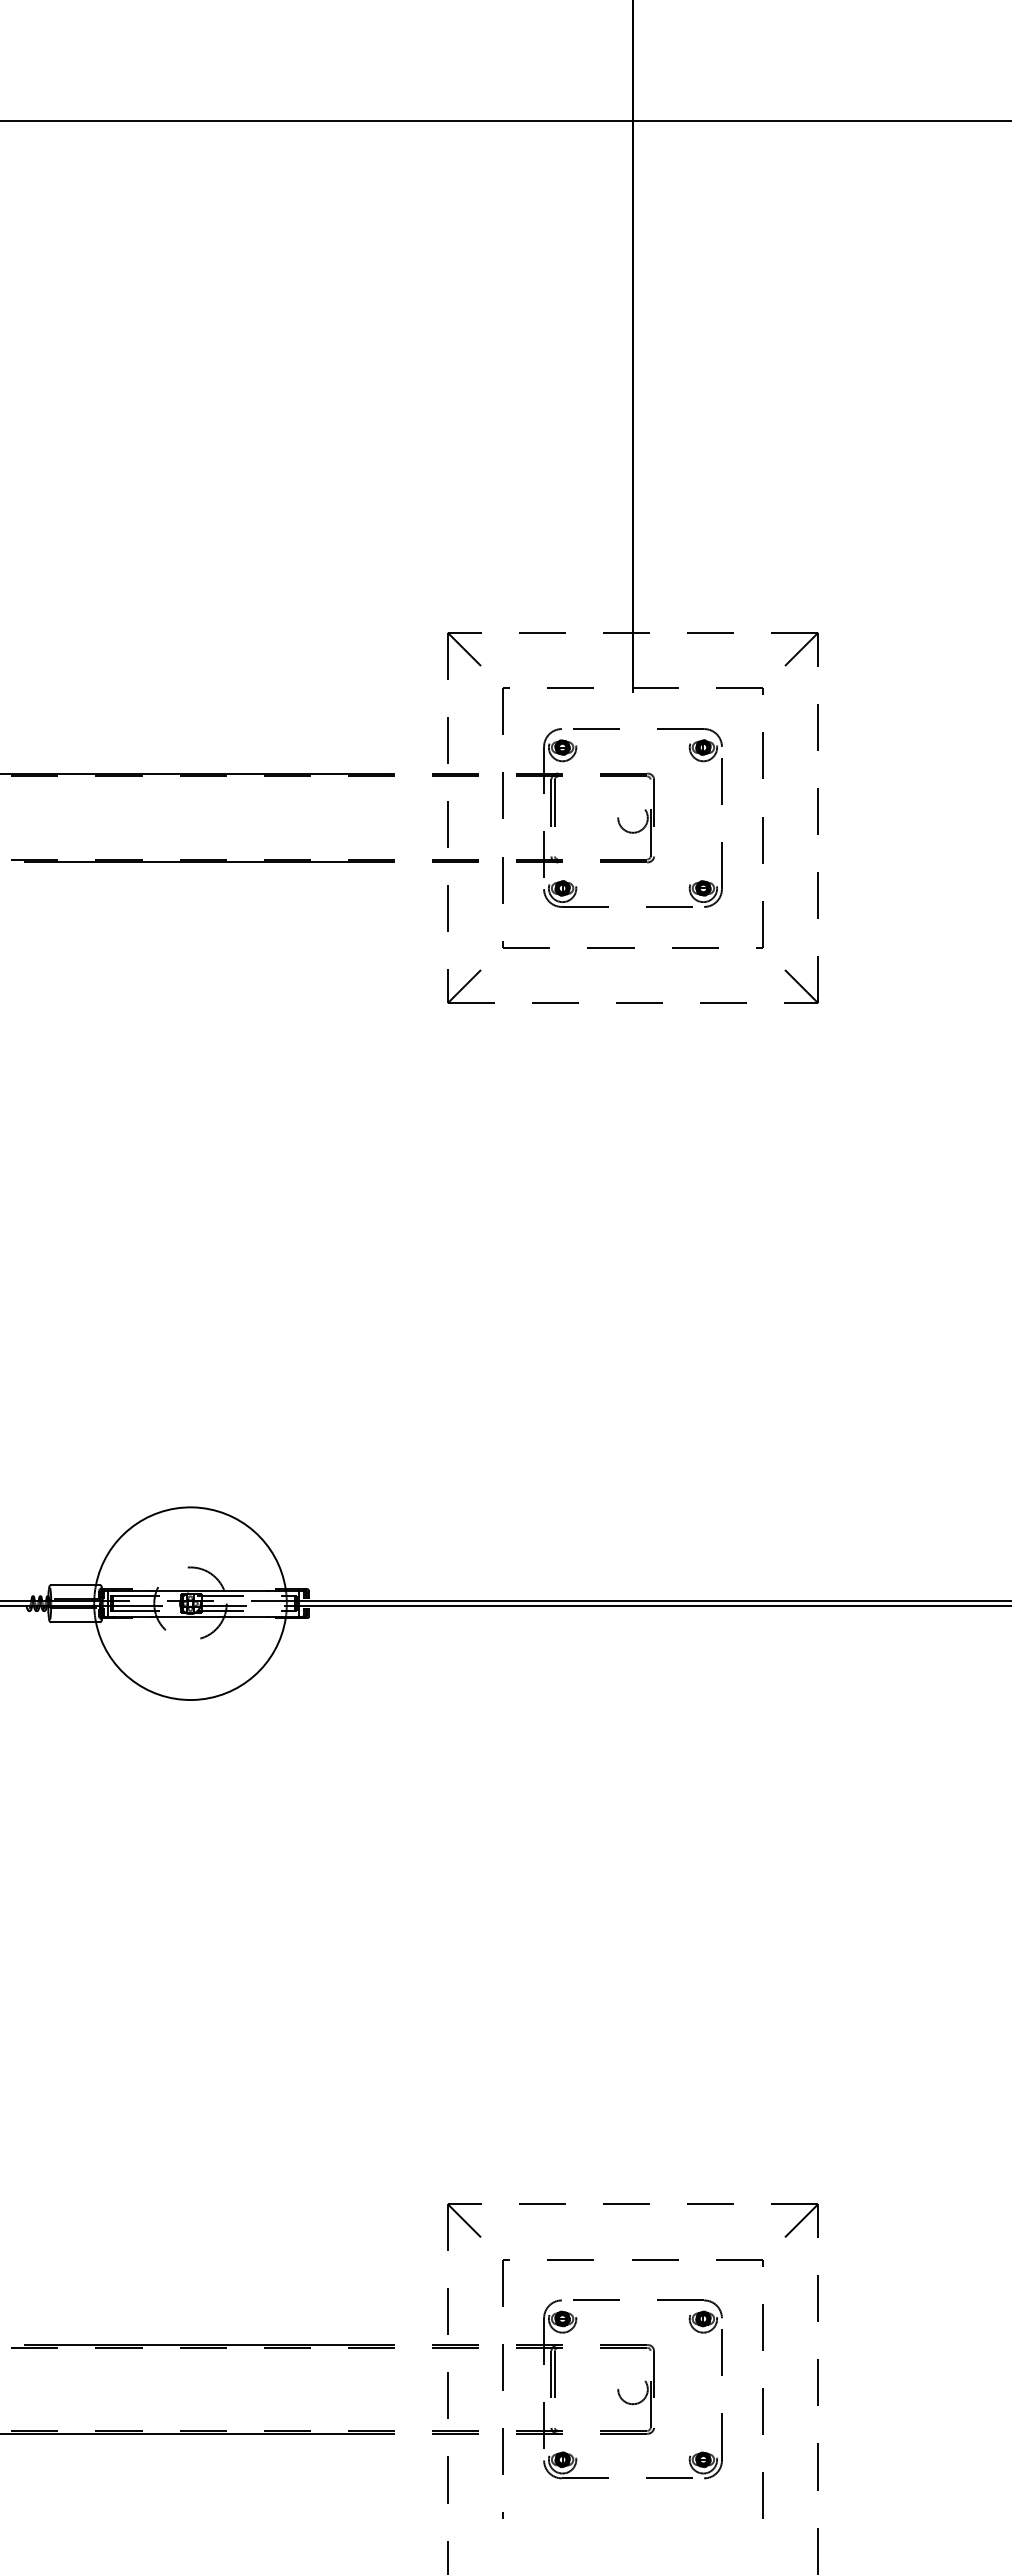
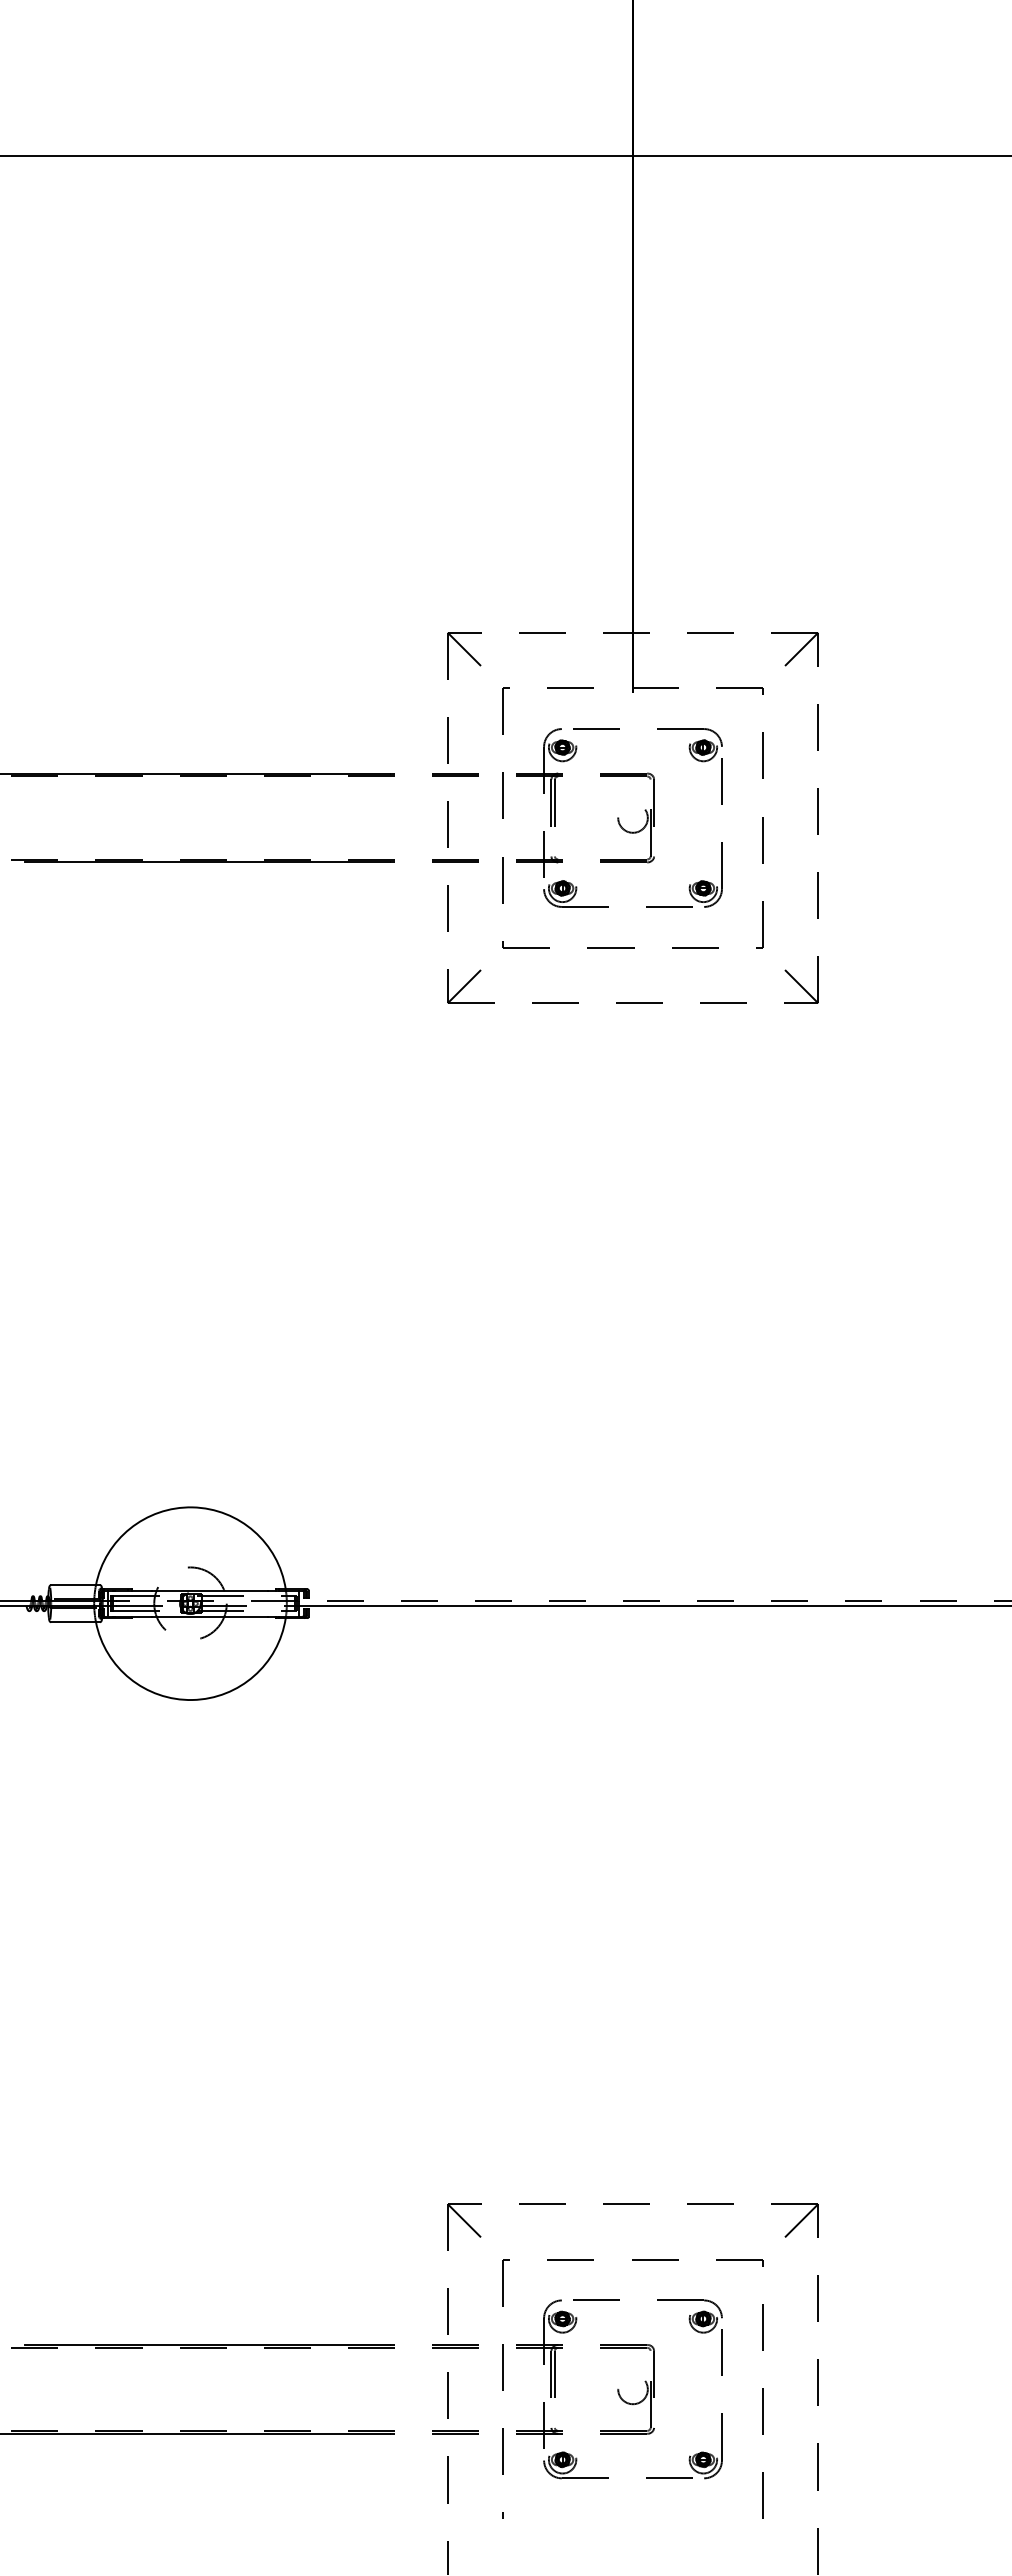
line at (505, 121) position: (505, 121) -> (505, 156)
line at (654, 1601): solid -> dashed
